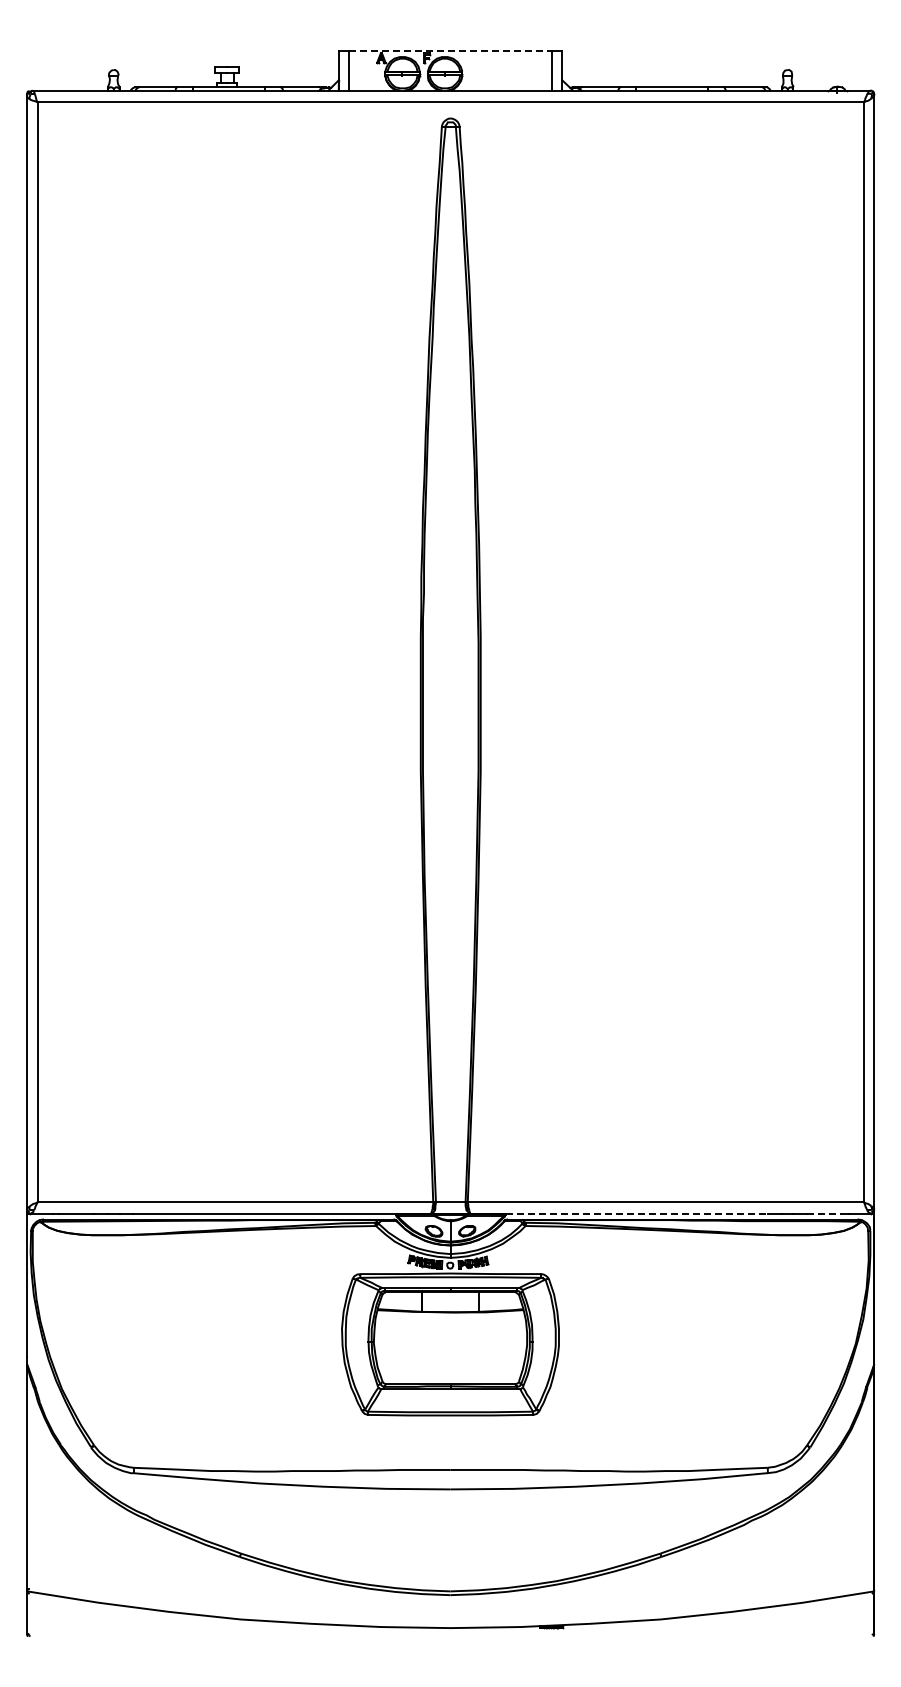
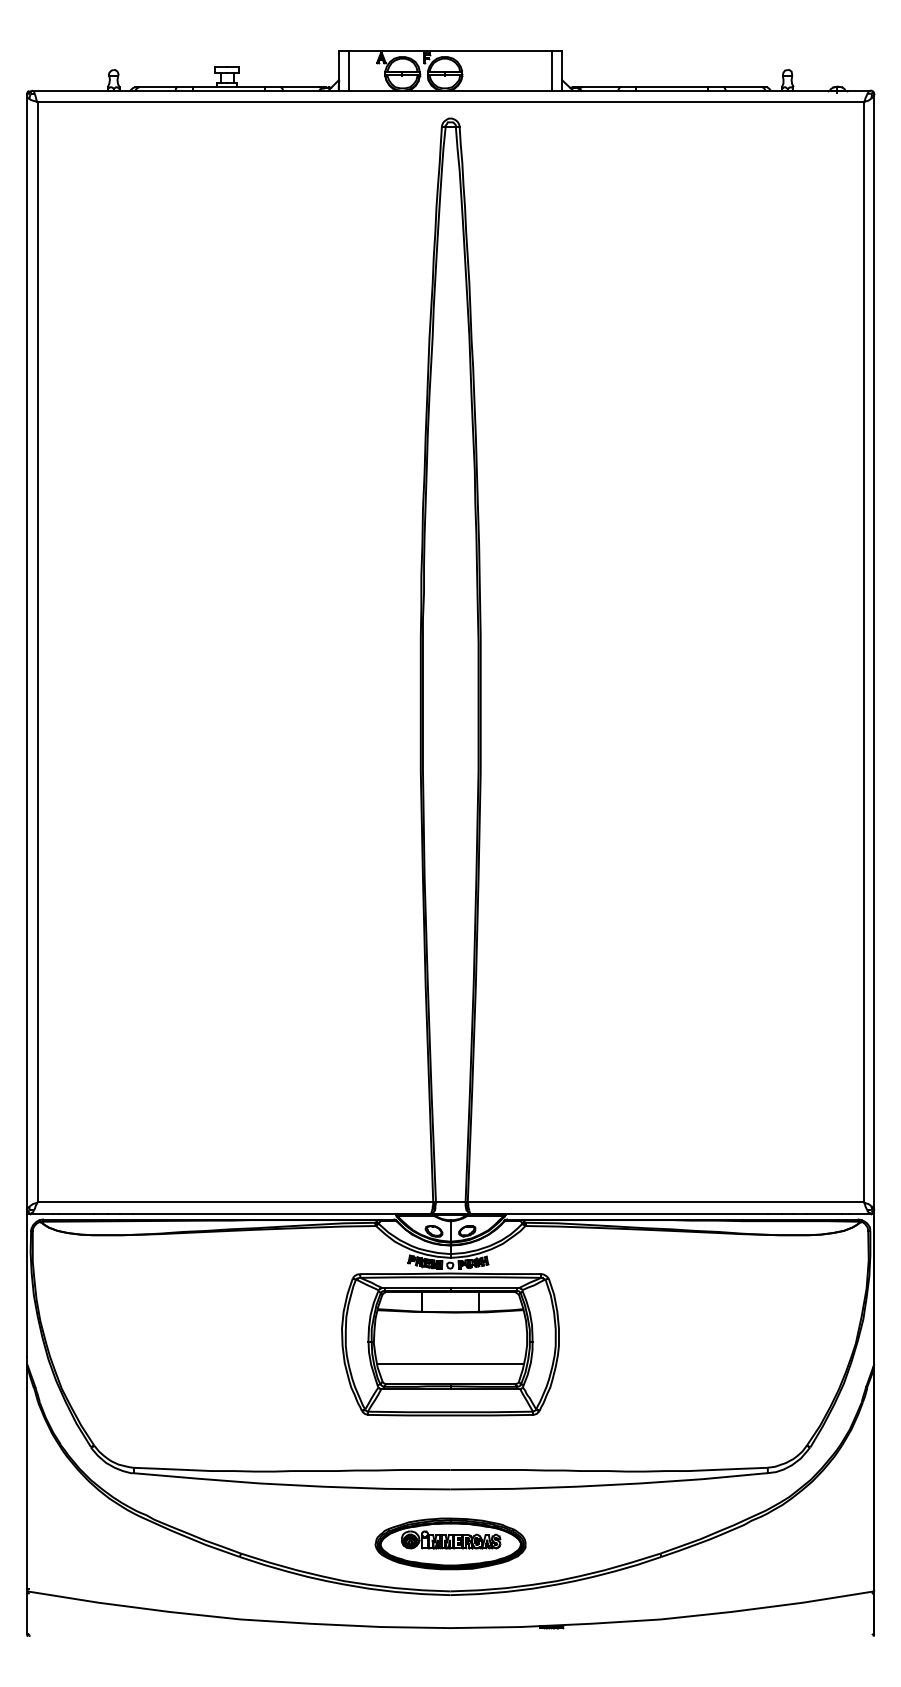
line at (450, 50): dashed -> solid
line at (637, 1213): dashed -> solid
line at (824, 1213): dashed -> solid
line at (450, 1364): none -> present
part at (450, 1543): none -> present
